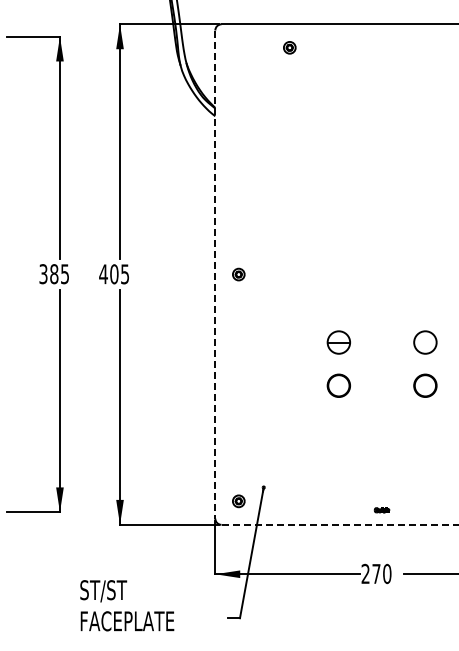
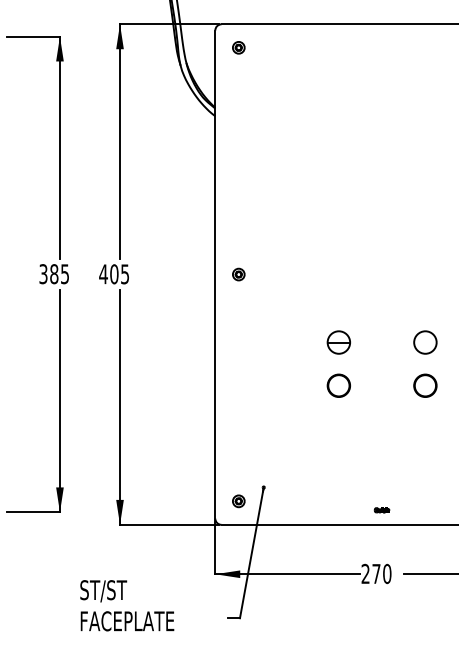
part at (289, 47) position: (289, 47) -> (238, 47)
line at (215, 275): dashed -> solid
line at (340, 524): dashed -> solid
